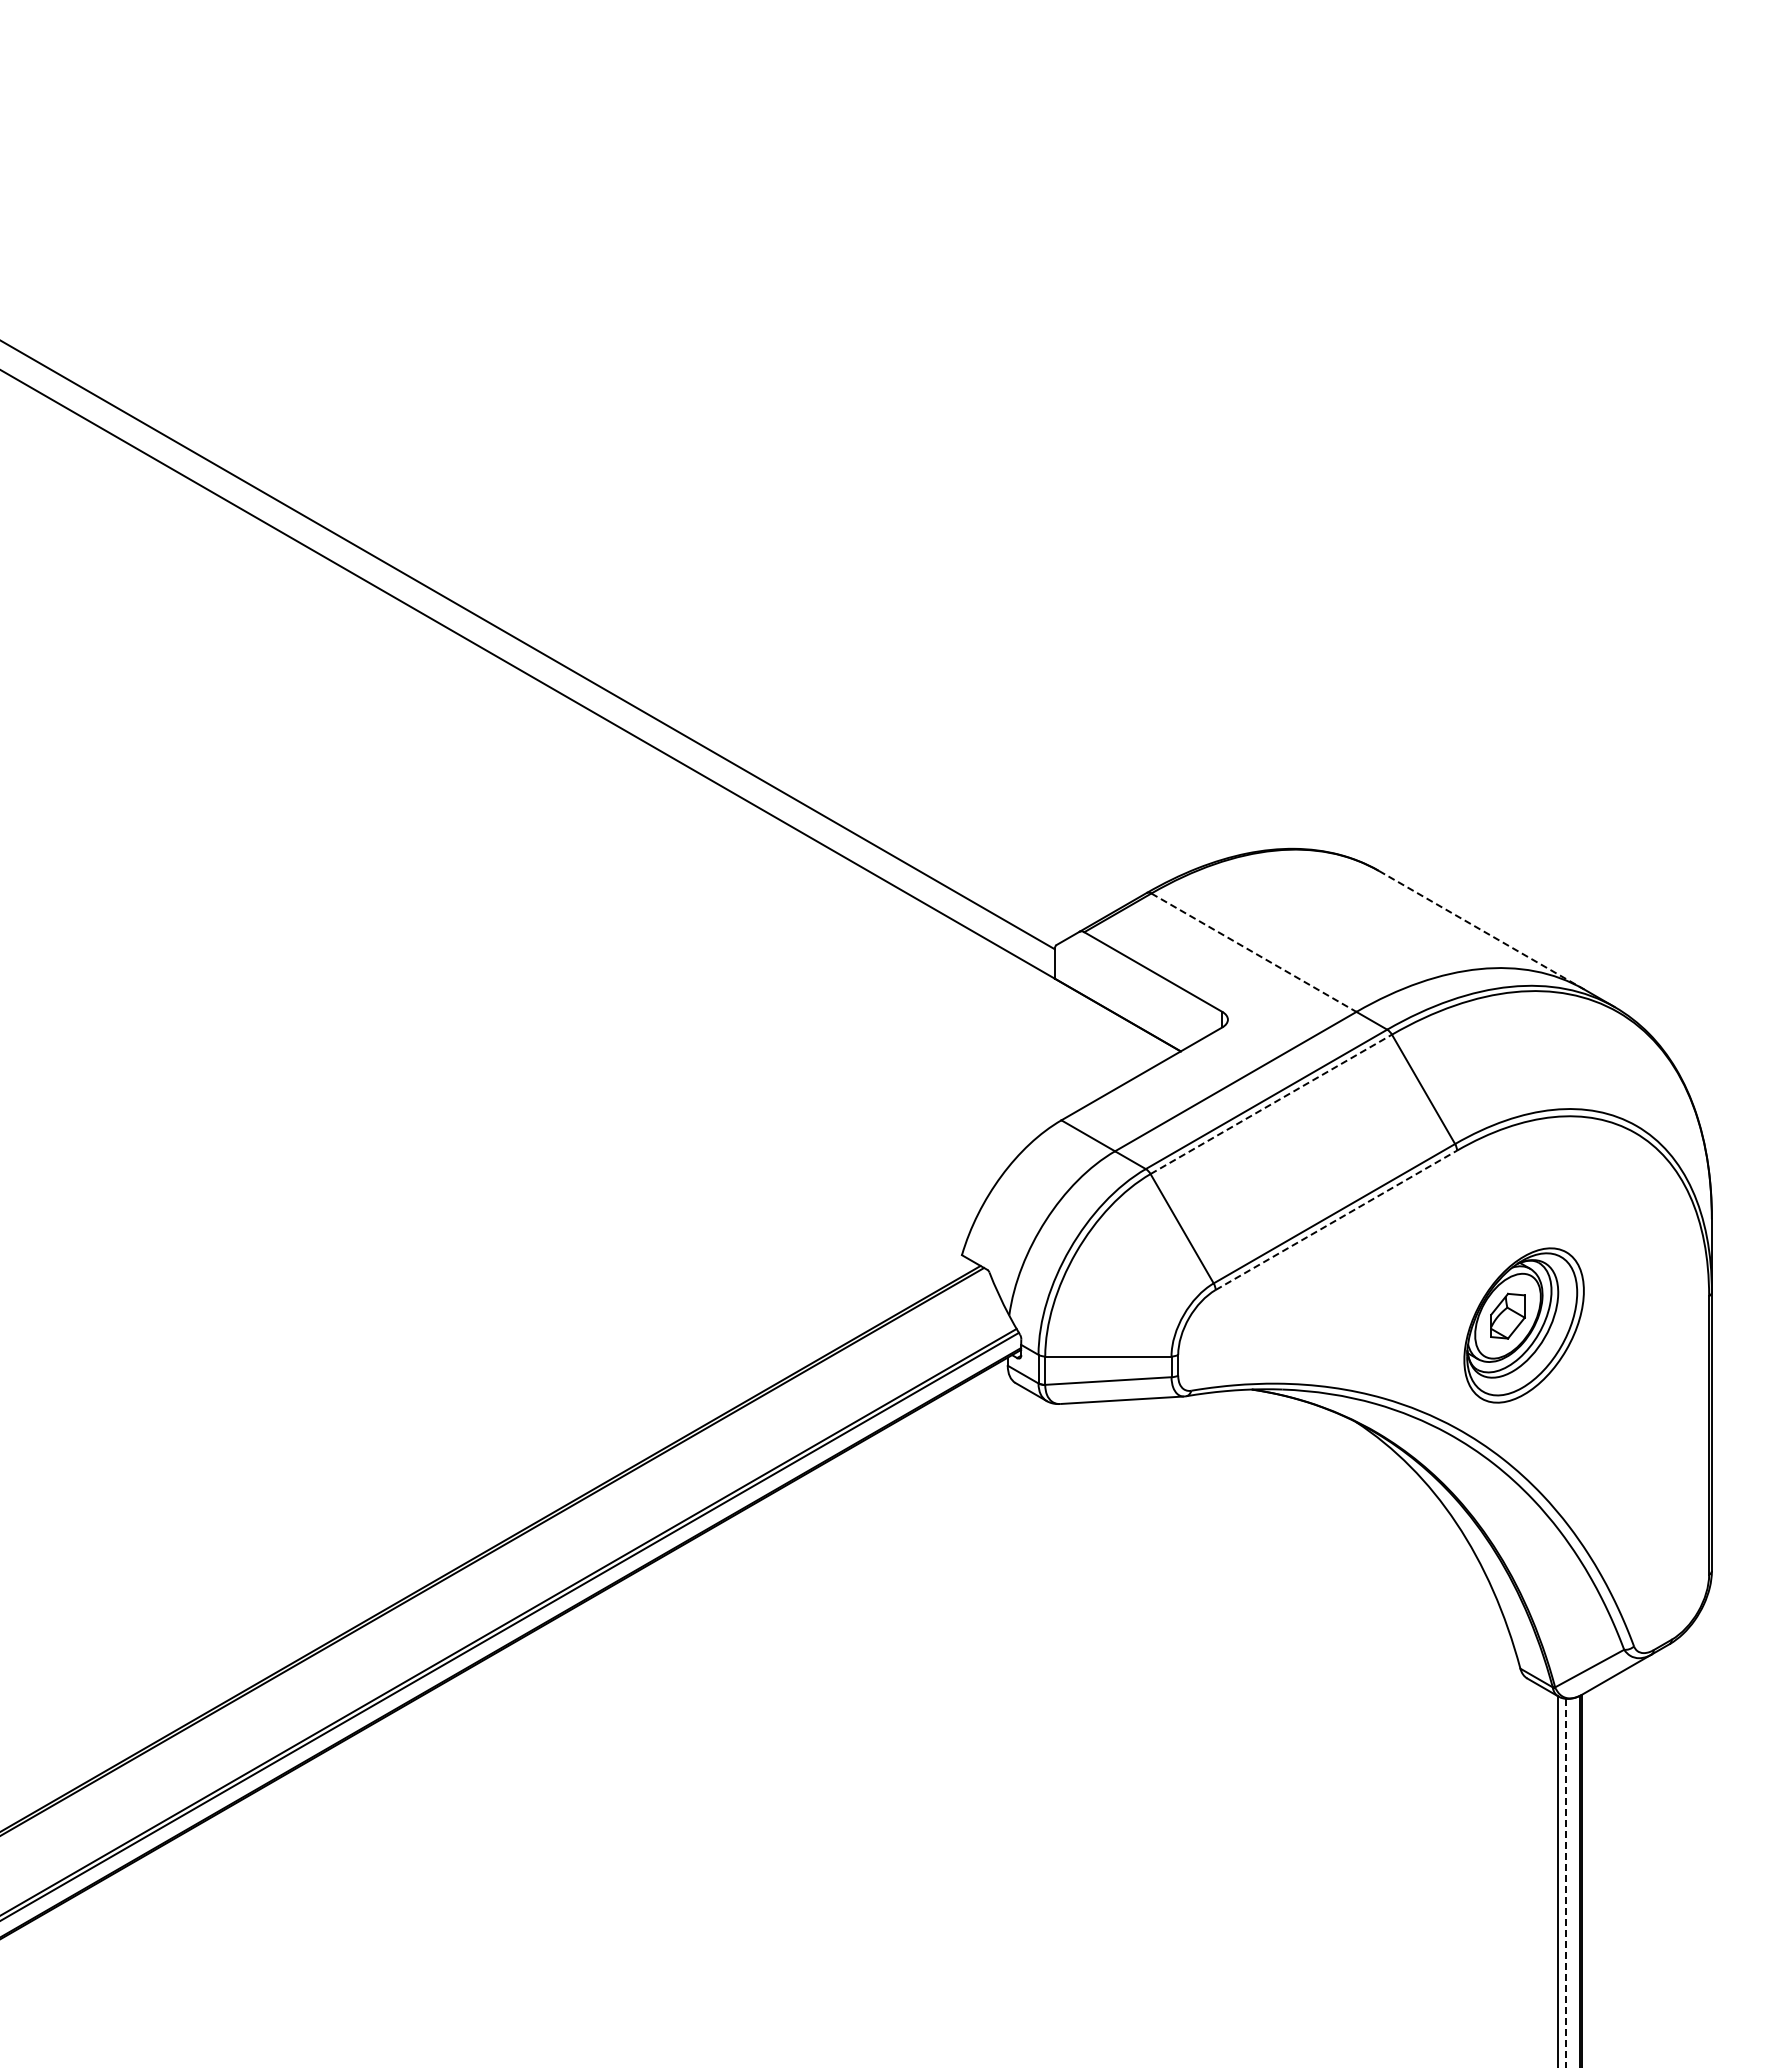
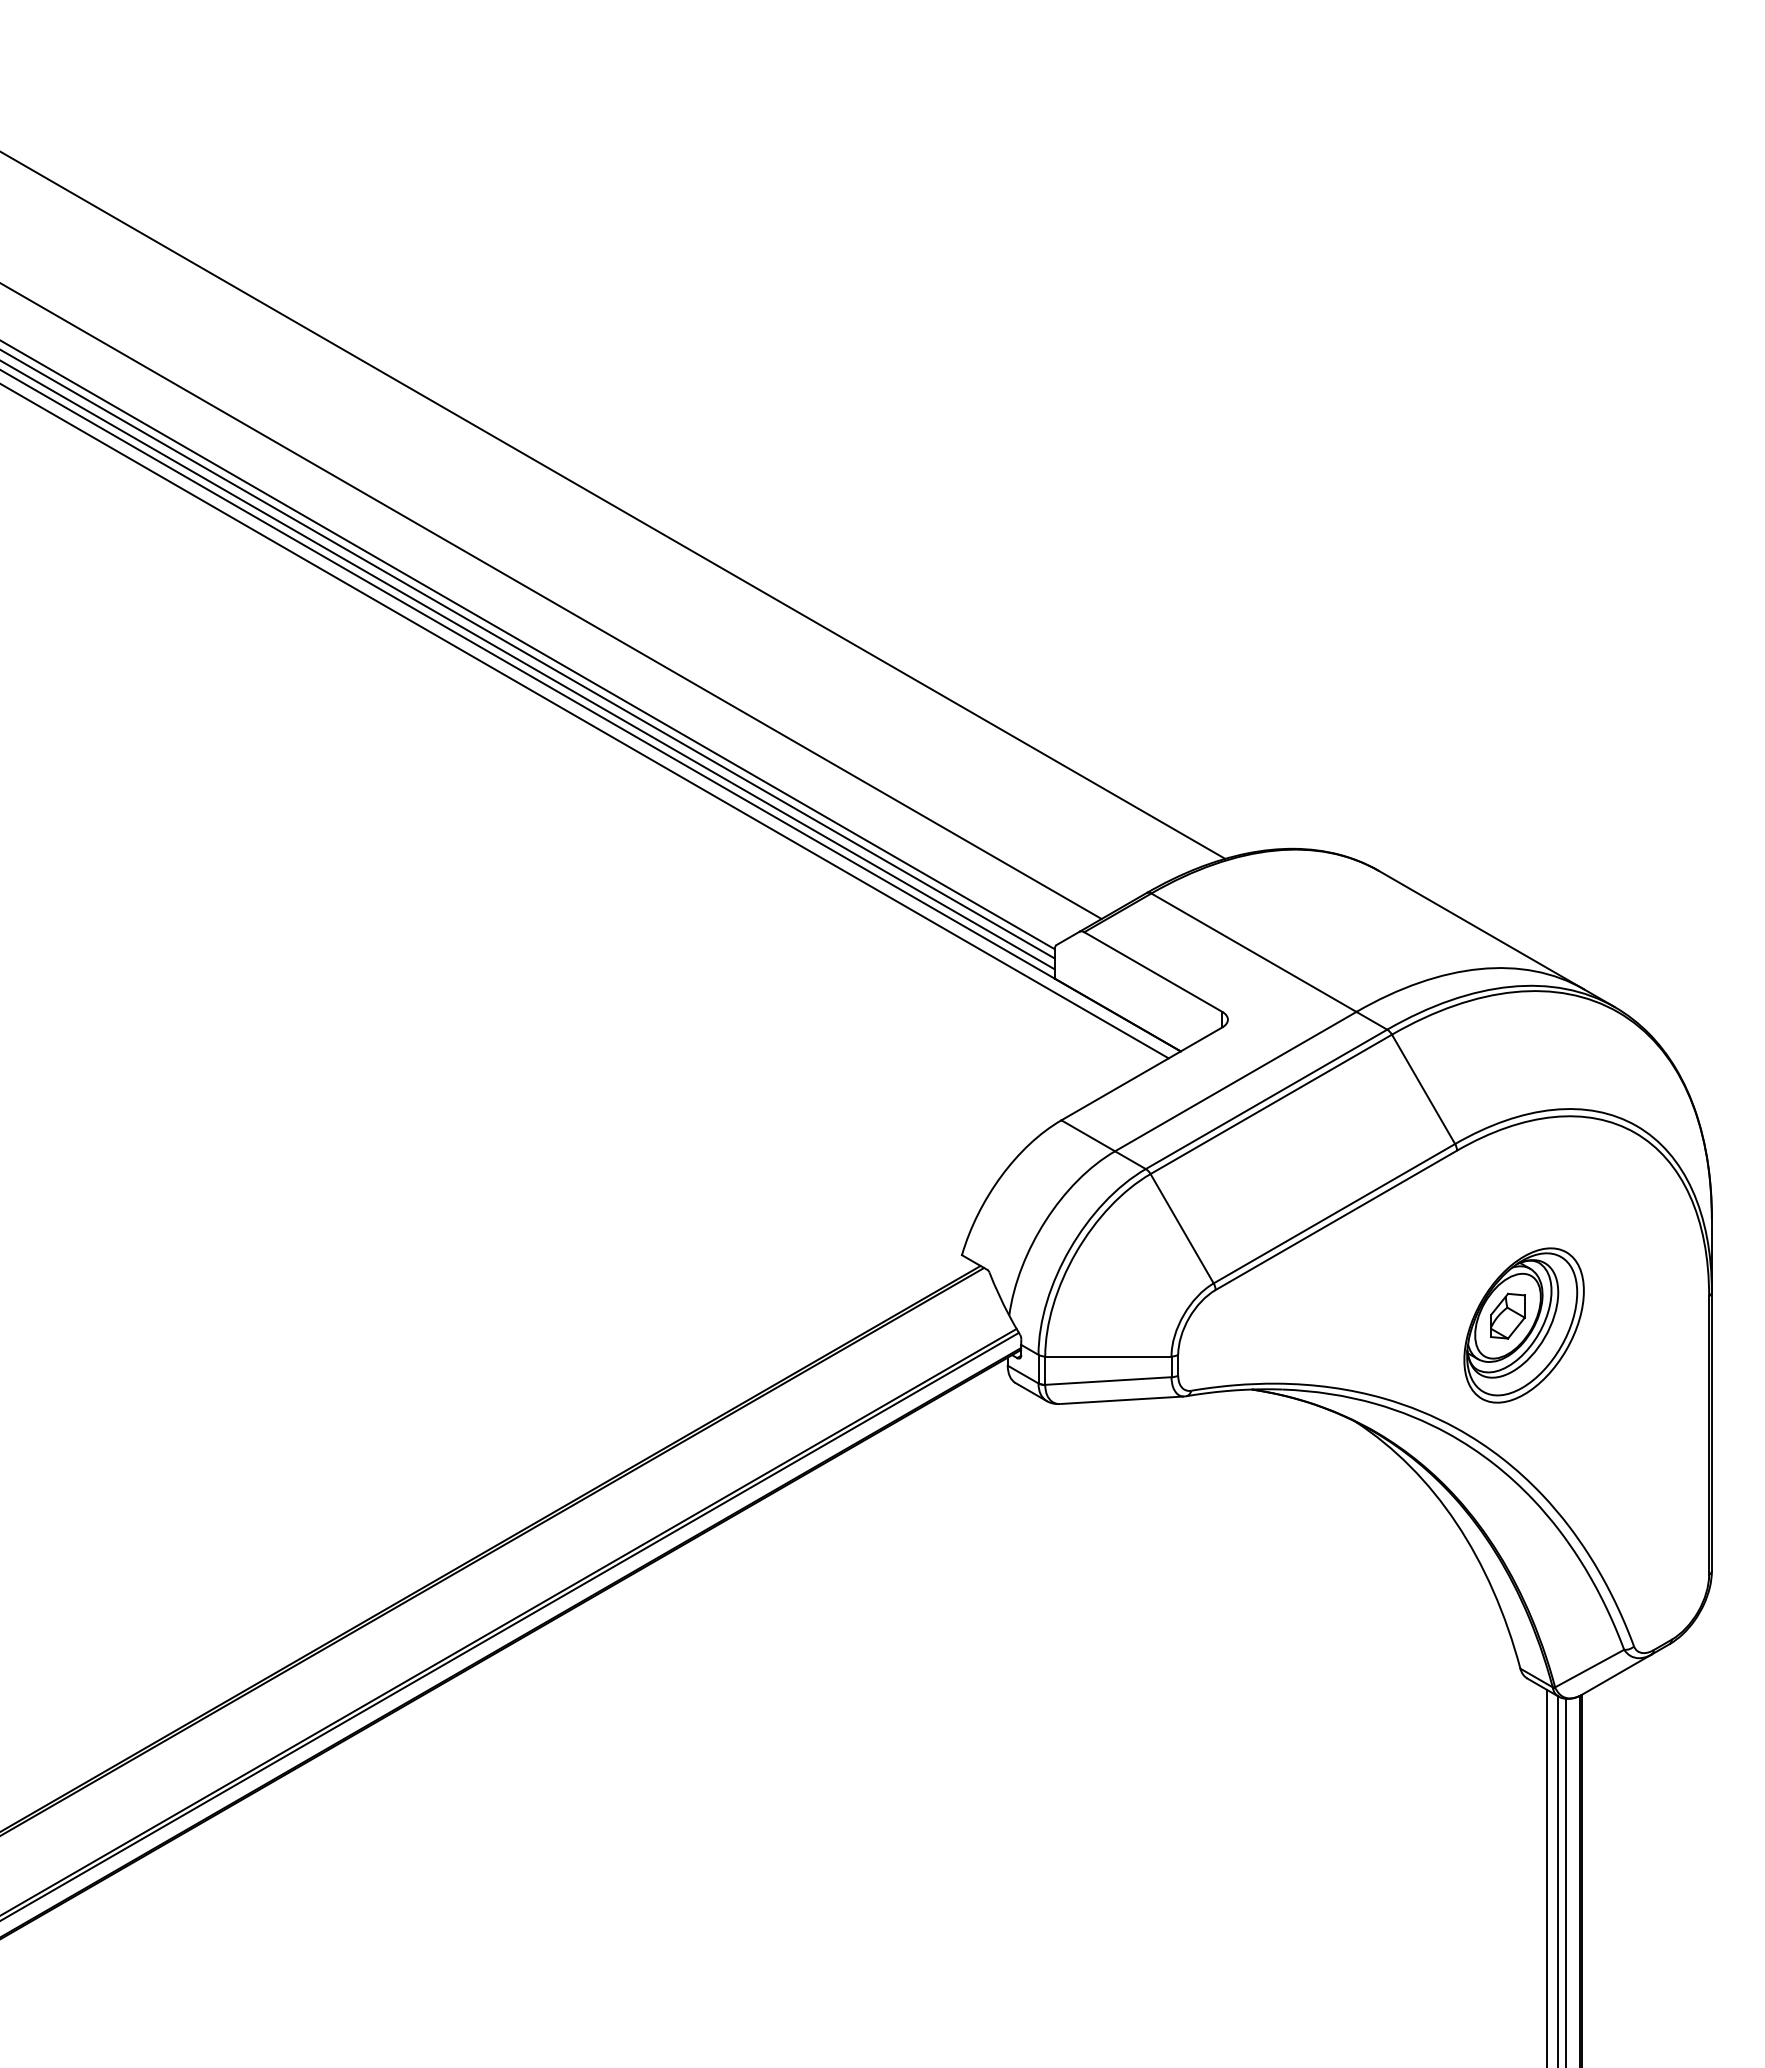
line at (613, 505): none -> present
line at (551, 601): none -> present
line at (528, 654): none -> present
line at (528, 665): none -> present
line at (585, 721): none -> present
line at (1481, 930): dashed -> solid
line at (1254, 952): dashed -> solid
line at (1271, 1104): dashed -> solid
line at (1336, 1220): dashed -> solid
line at (1546, 1876): none -> present
line at (1565, 1882): dashed -> solid
